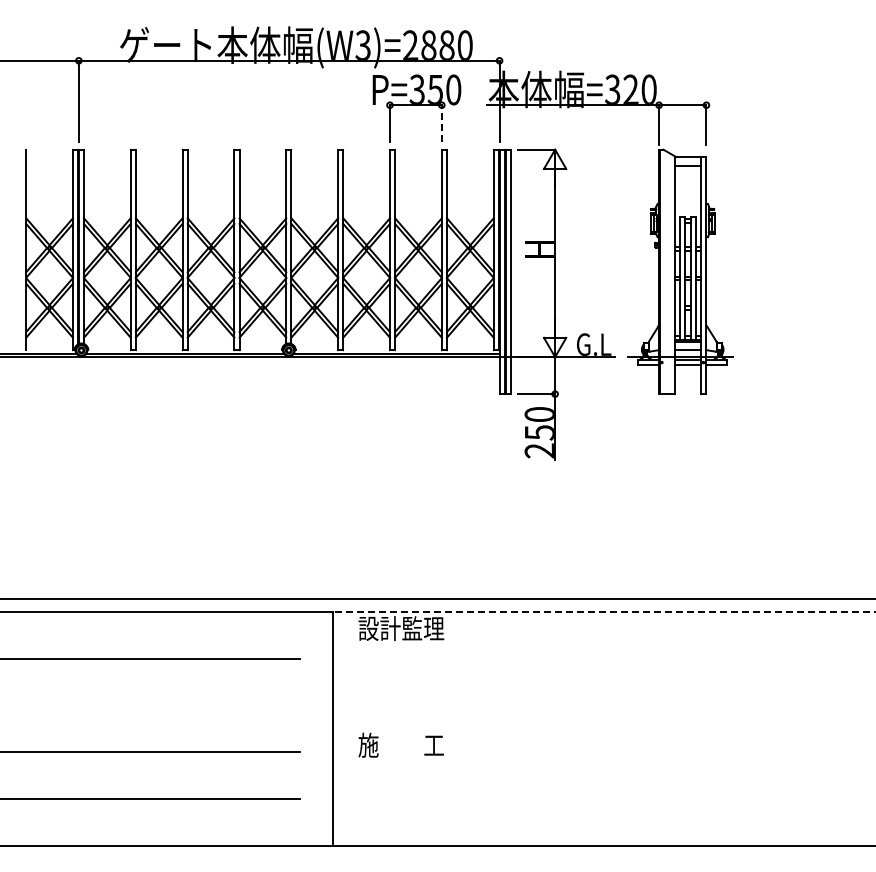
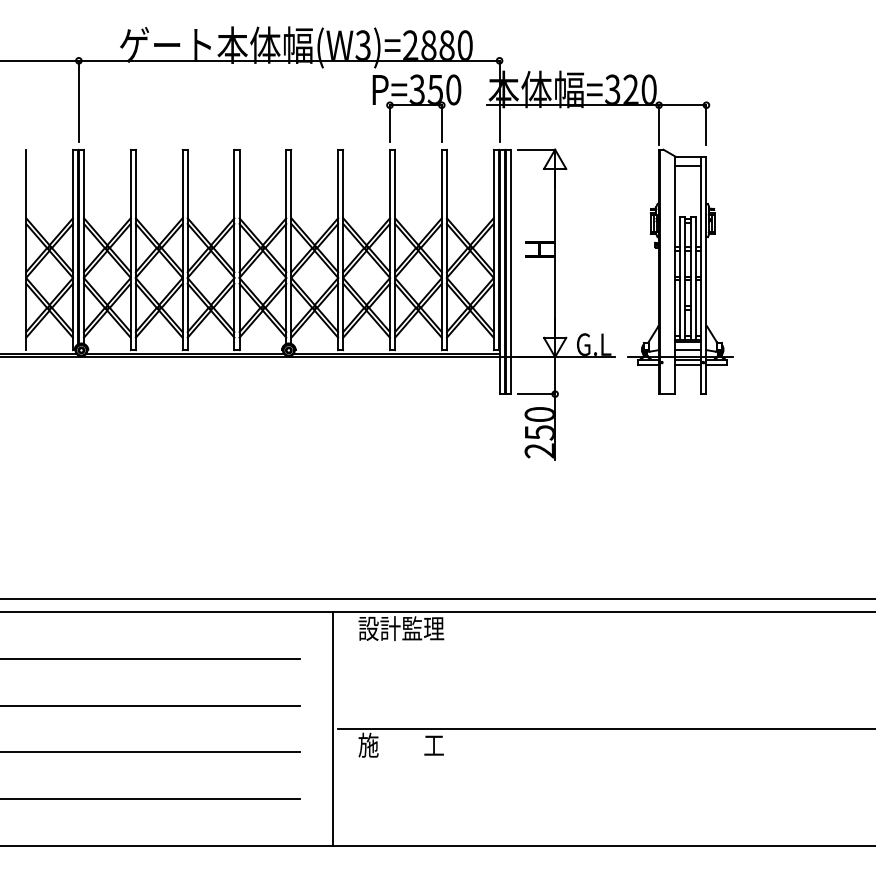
line at (441, 123): dashed -> solid
line at (604, 612): dashed -> solid
line at (150, 705): none -> present
line at (605, 728): none -> present
